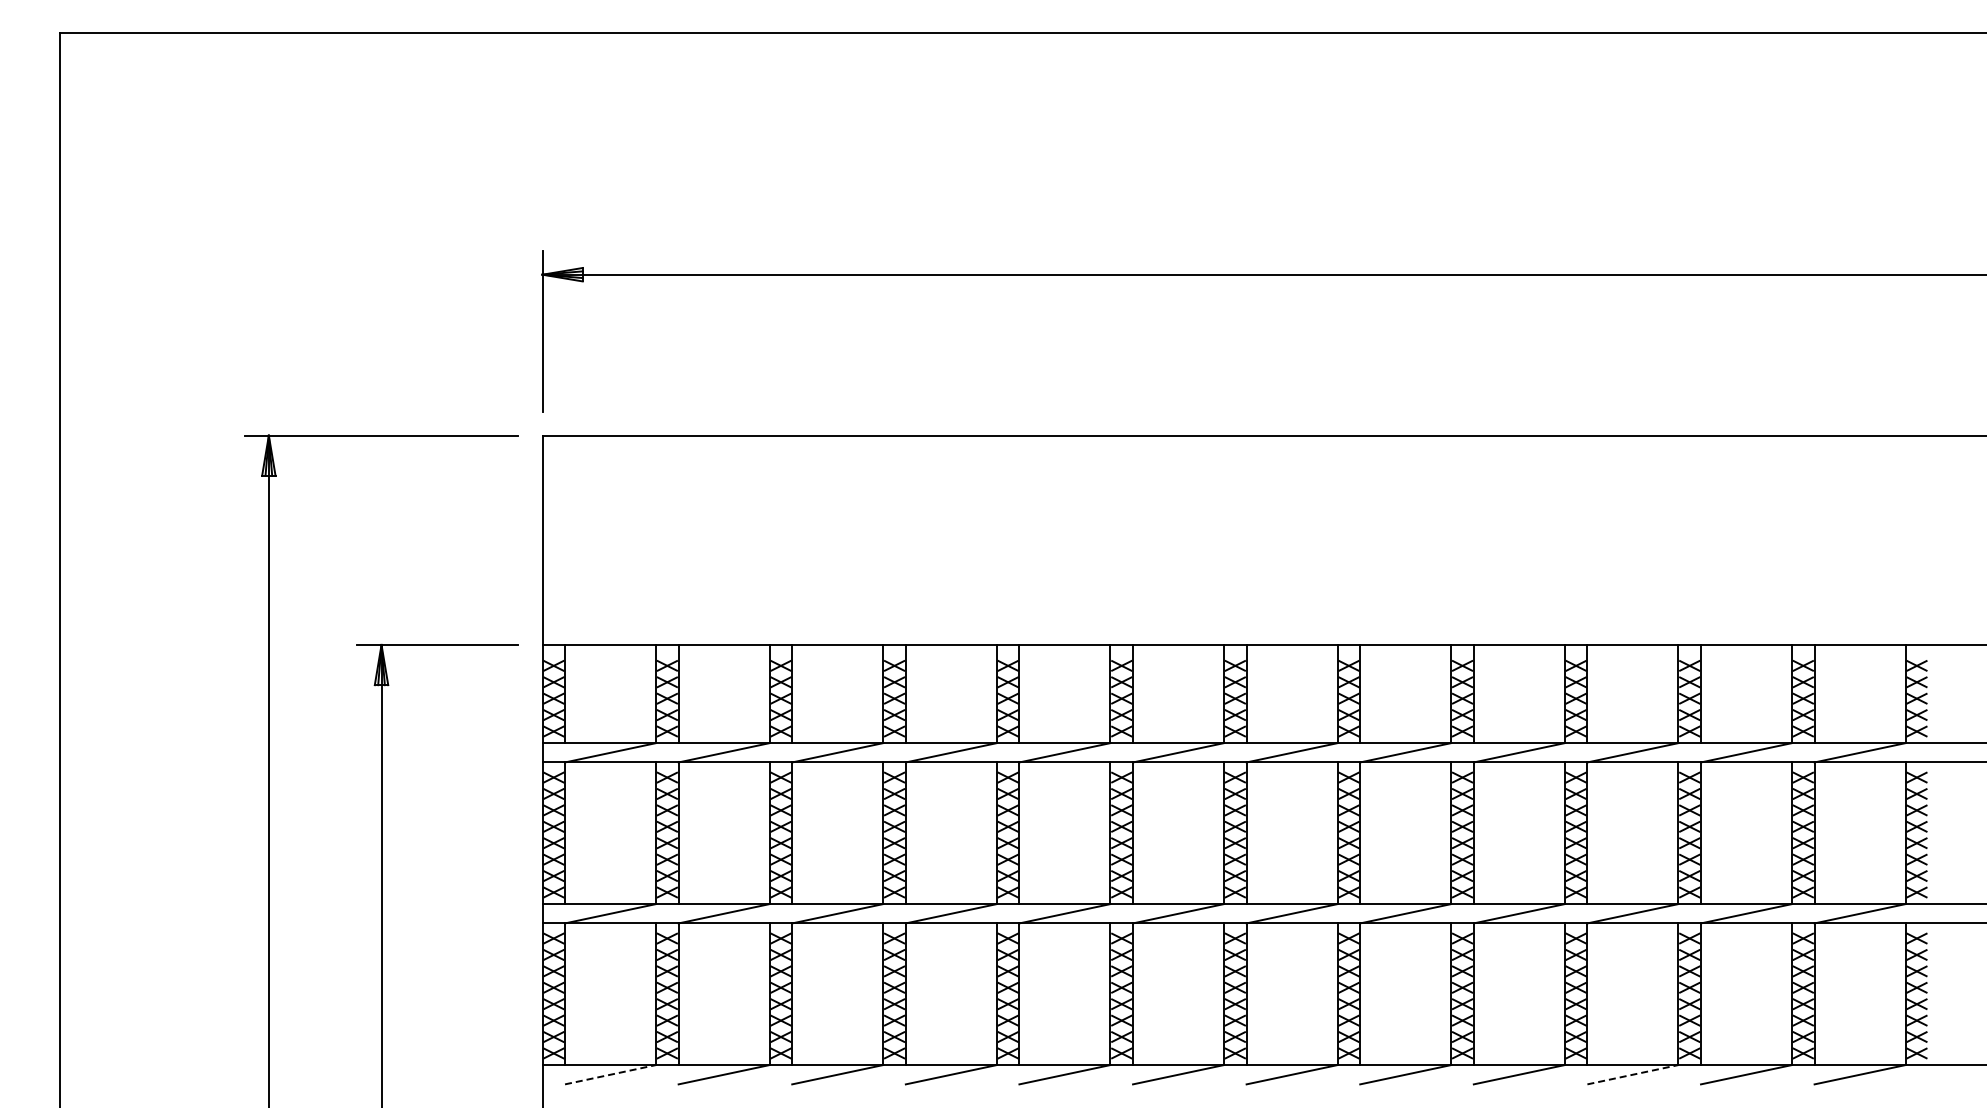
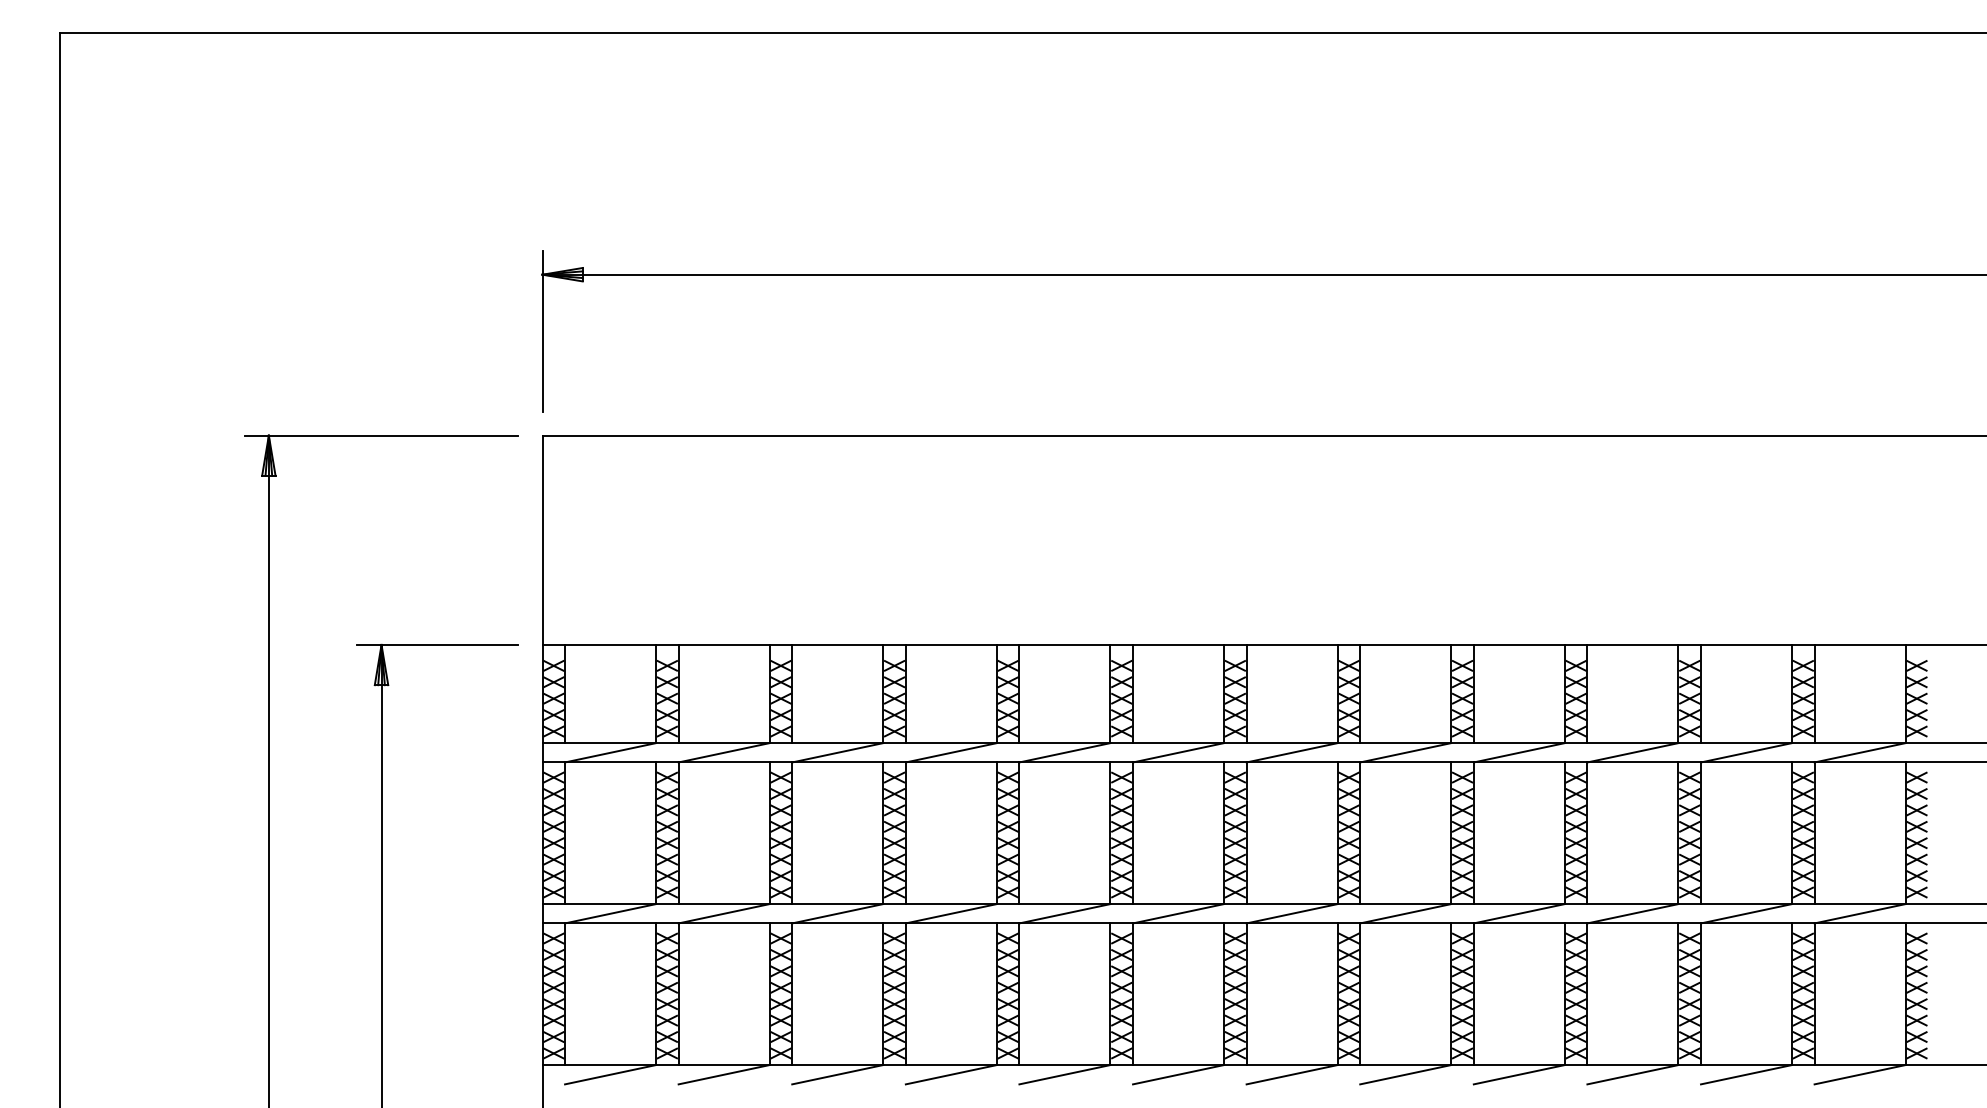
line at (610, 1074): dashed -> solid
line at (1632, 1074): dashed -> solid
